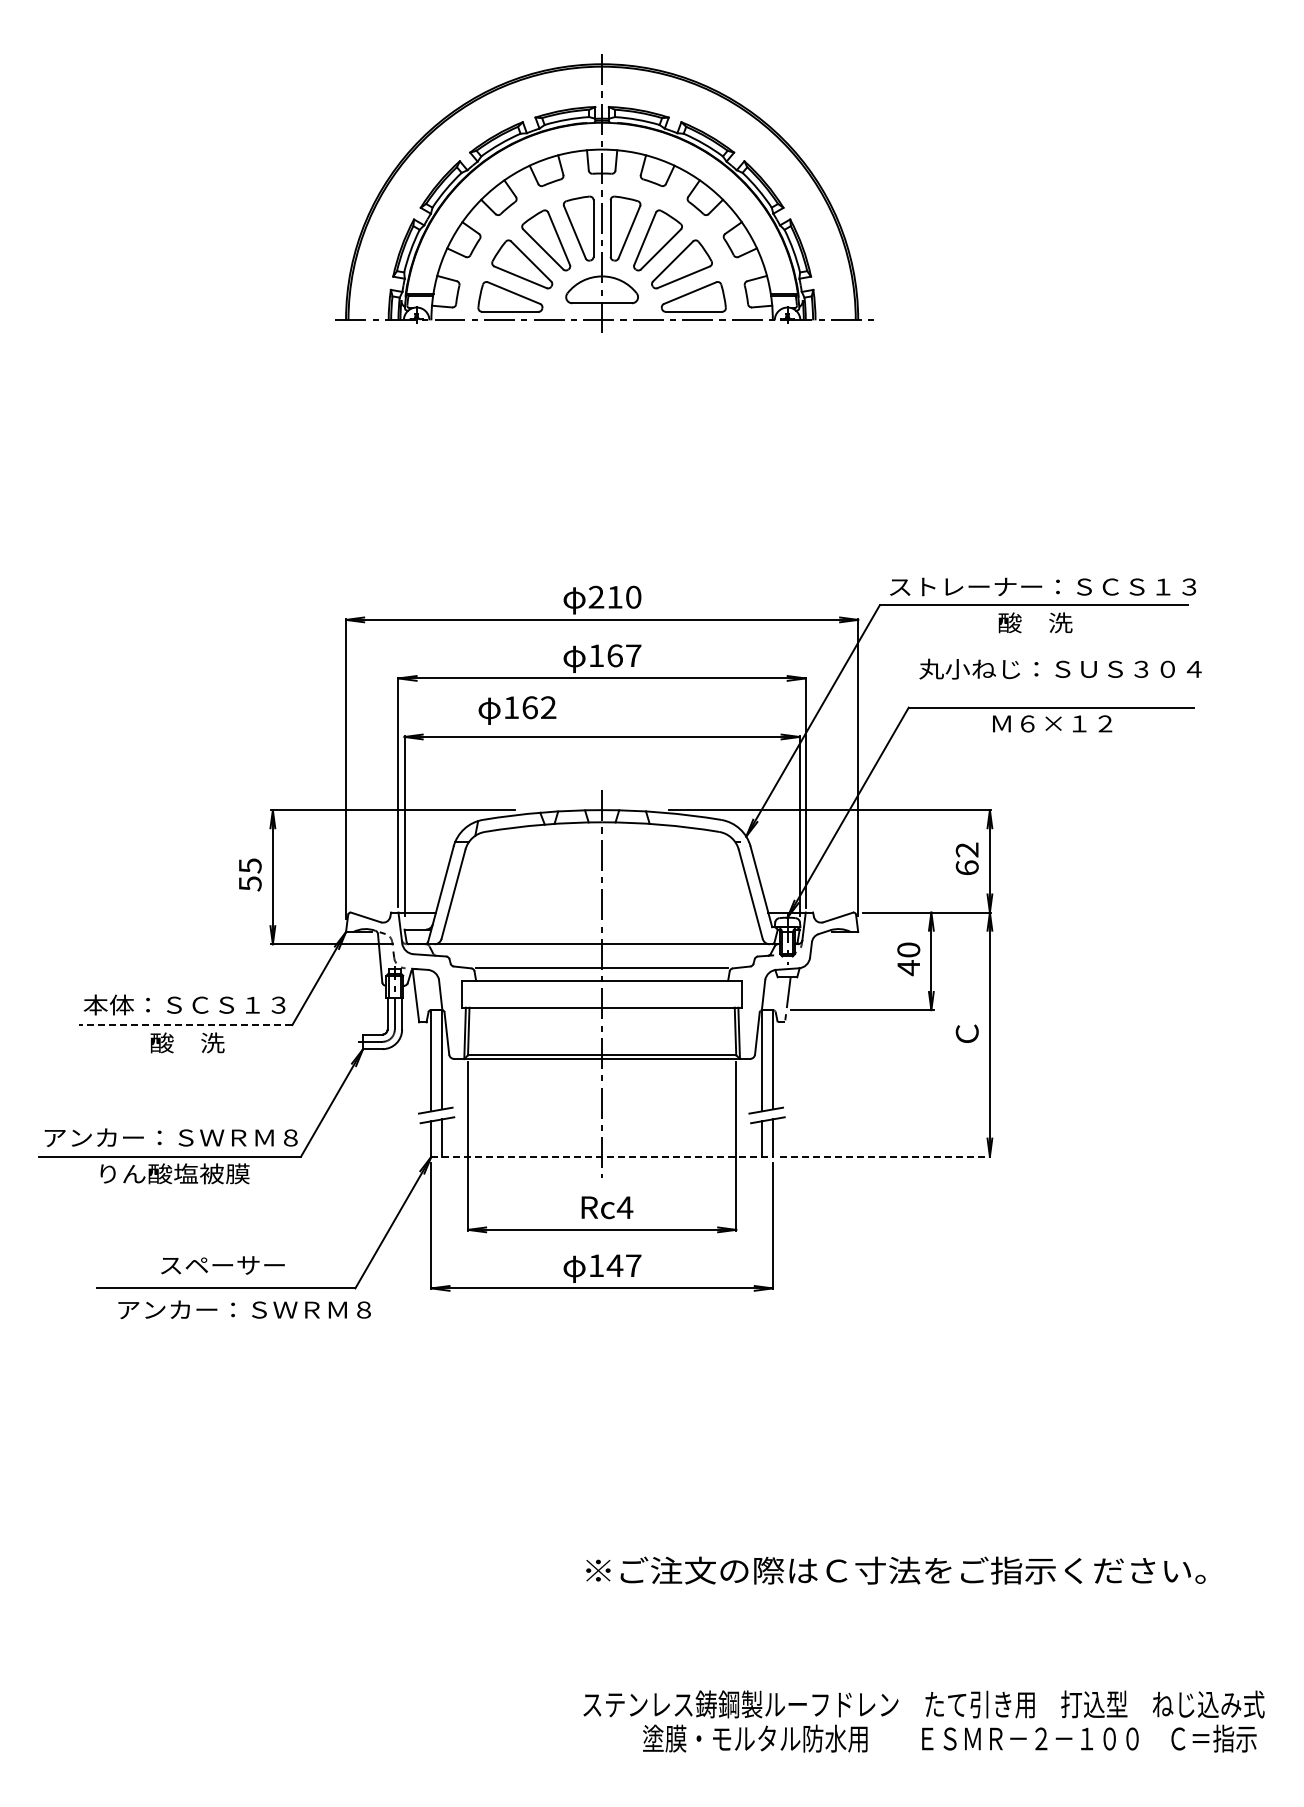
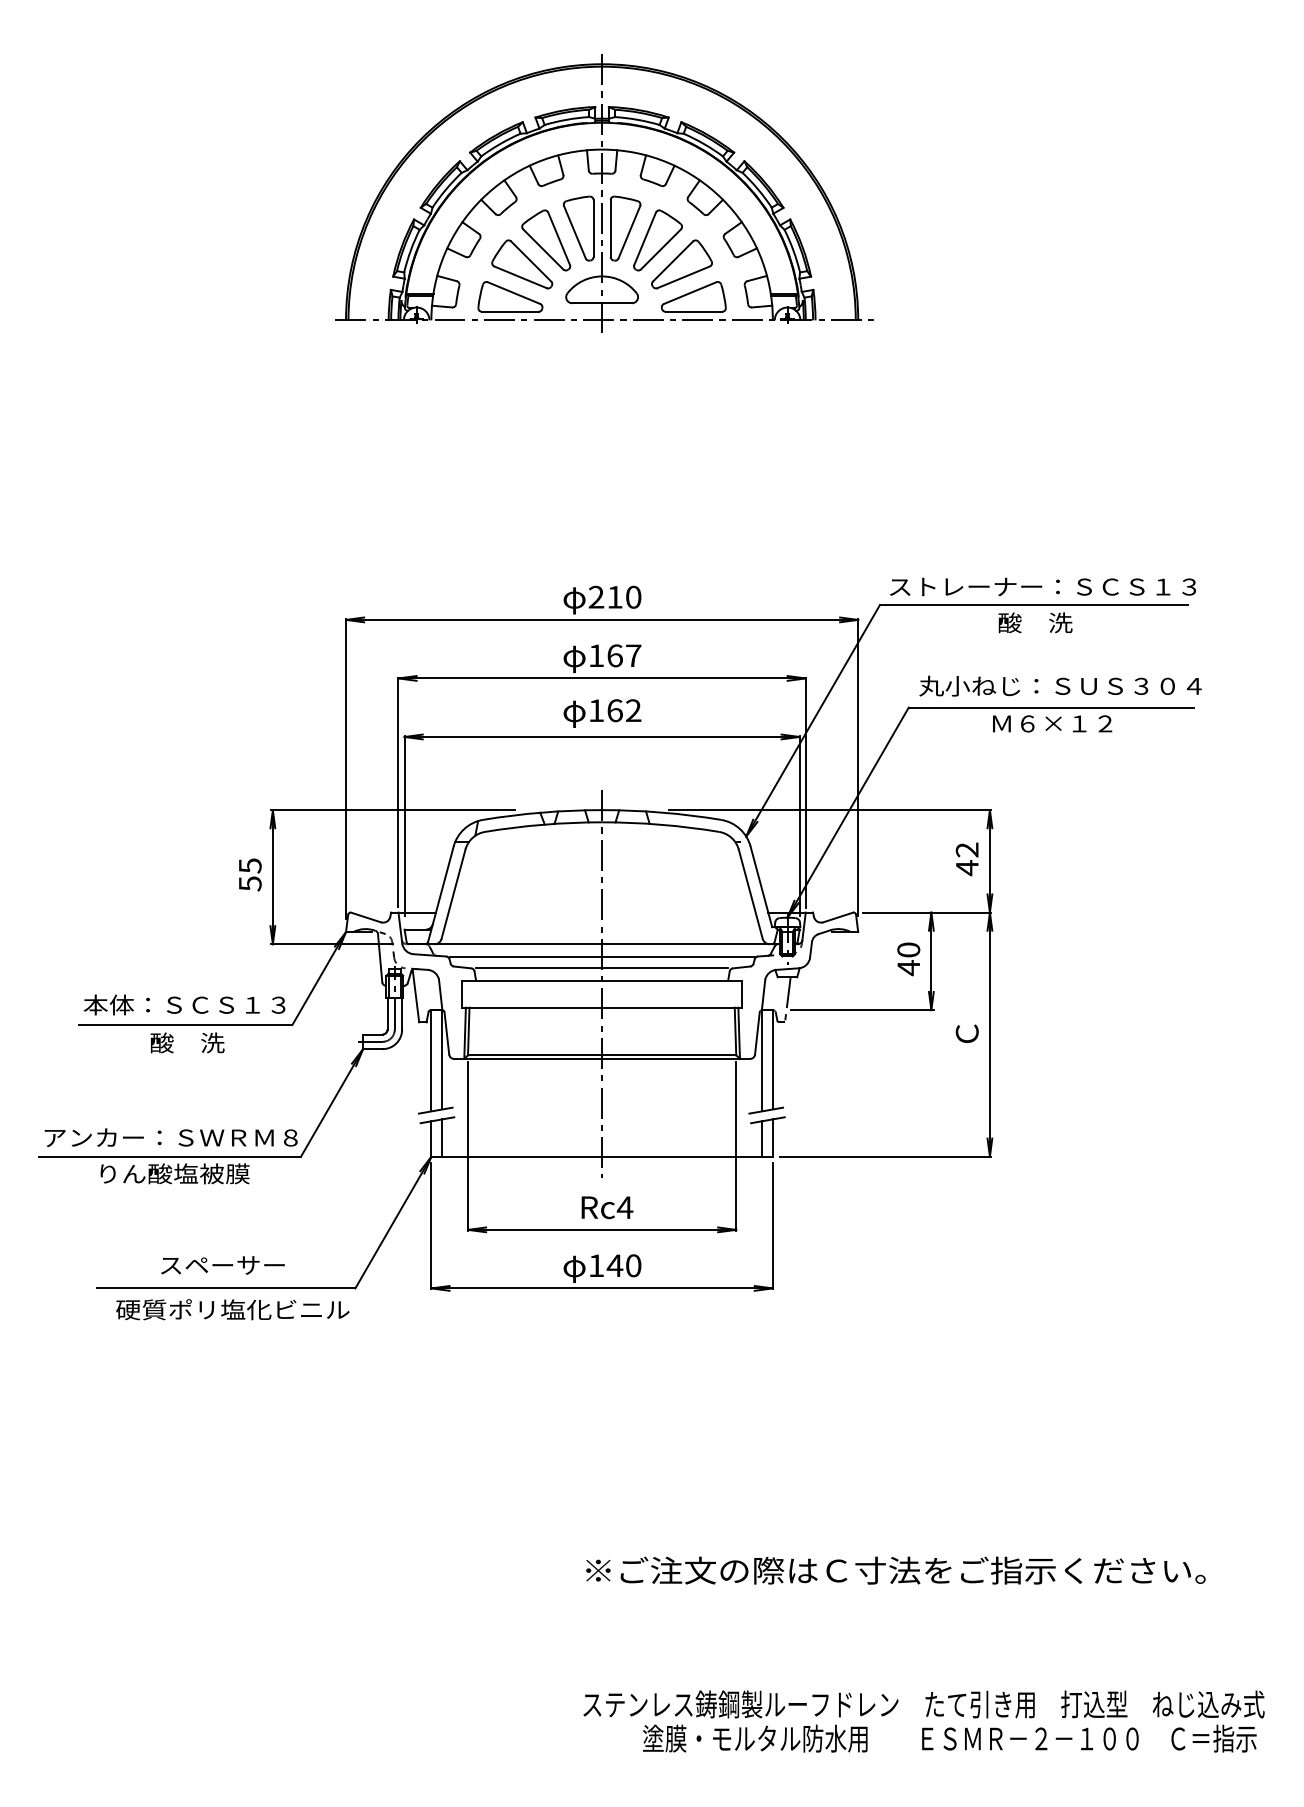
text at (1060, 668) position: (1060, 668) -> (1060, 685)
text at (517, 710) position: (517, 710) -> (602, 713)
text at (966, 868): 62 -> 42
line at (601, 956): none -> present
line at (185, 1025): dashed -> solid
line at (602, 1156): dashed -> solid
line at (885, 1156): dashed -> solid
text at (633, 1265): 147 -> 140
text at (243, 1309): アンカー：ＳＷＲＭ８ -> 硬質ポリ塩化ビニル
